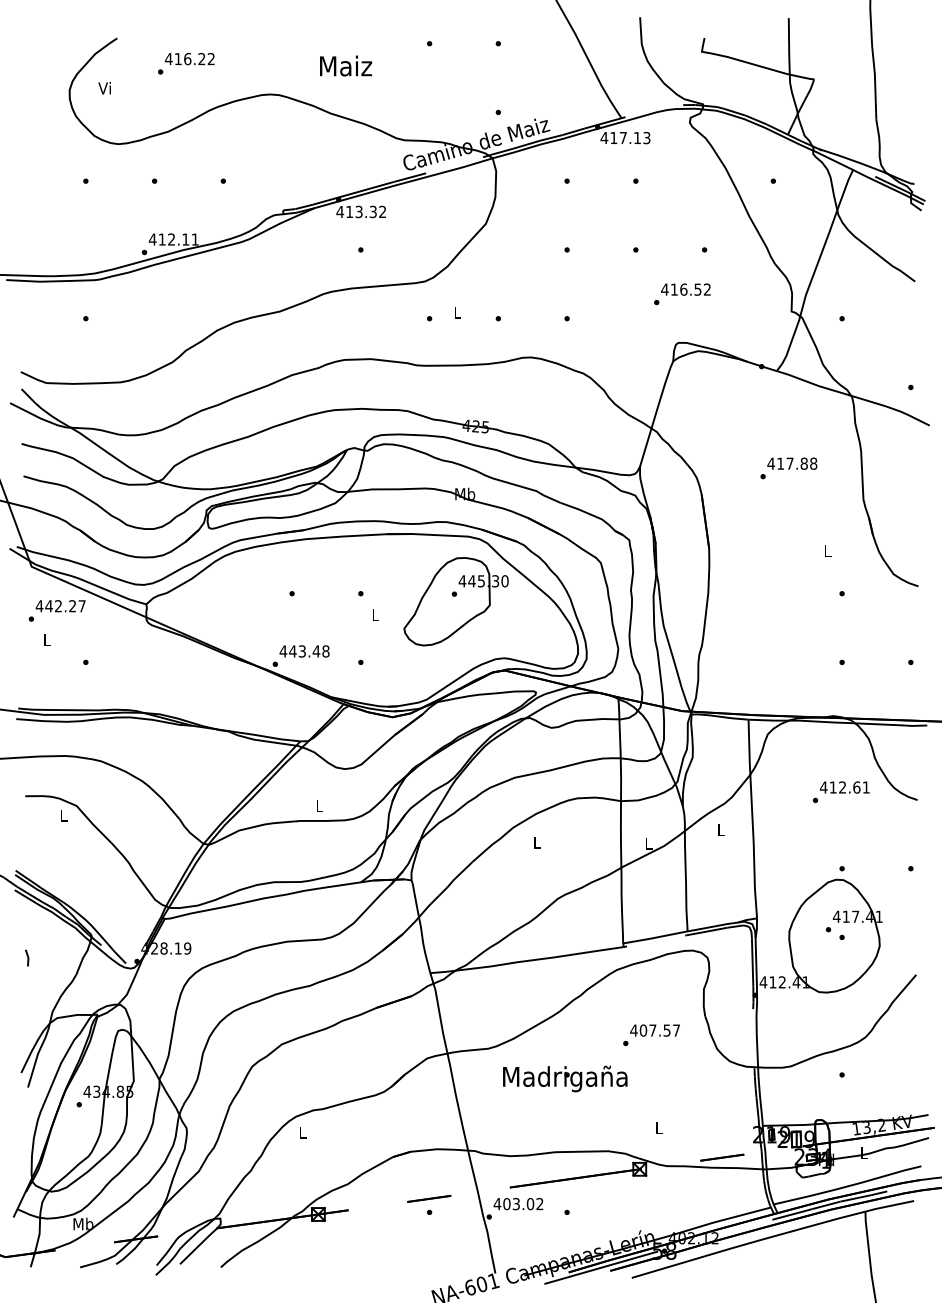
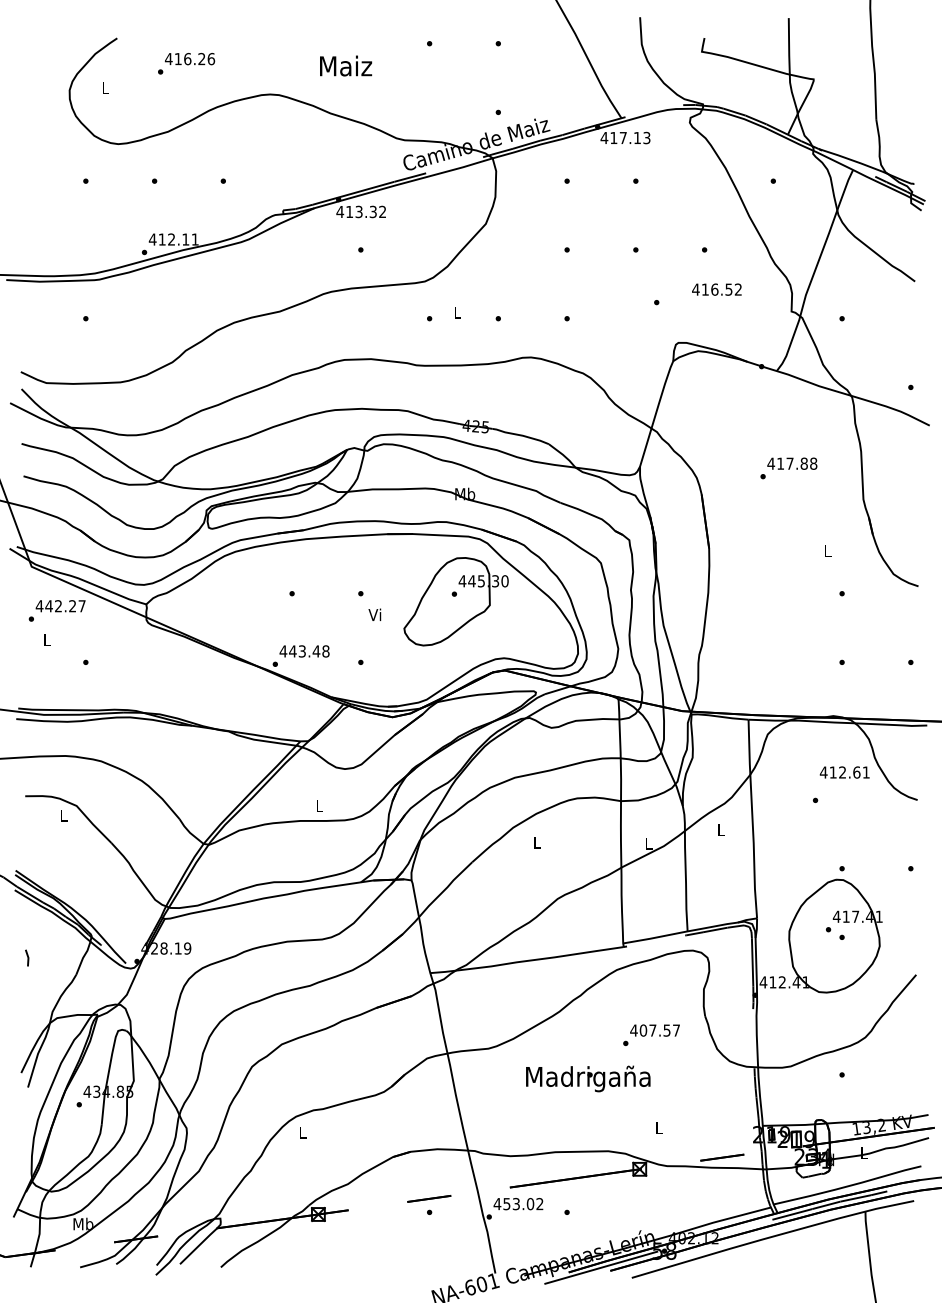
text at (211, 58): 416.22 -> 416.26
text at (104, 88): Vi -> L
text at (685, 289) position: (685, 289) -> (716, 289)
text at (374, 614): L -> Vi
text at (844, 787) position: (844, 787) -> (844, 772)
text at (565, 1078) position: (565, 1078) -> (588, 1078)
text at (506, 1204): 403.02 -> 453.02
